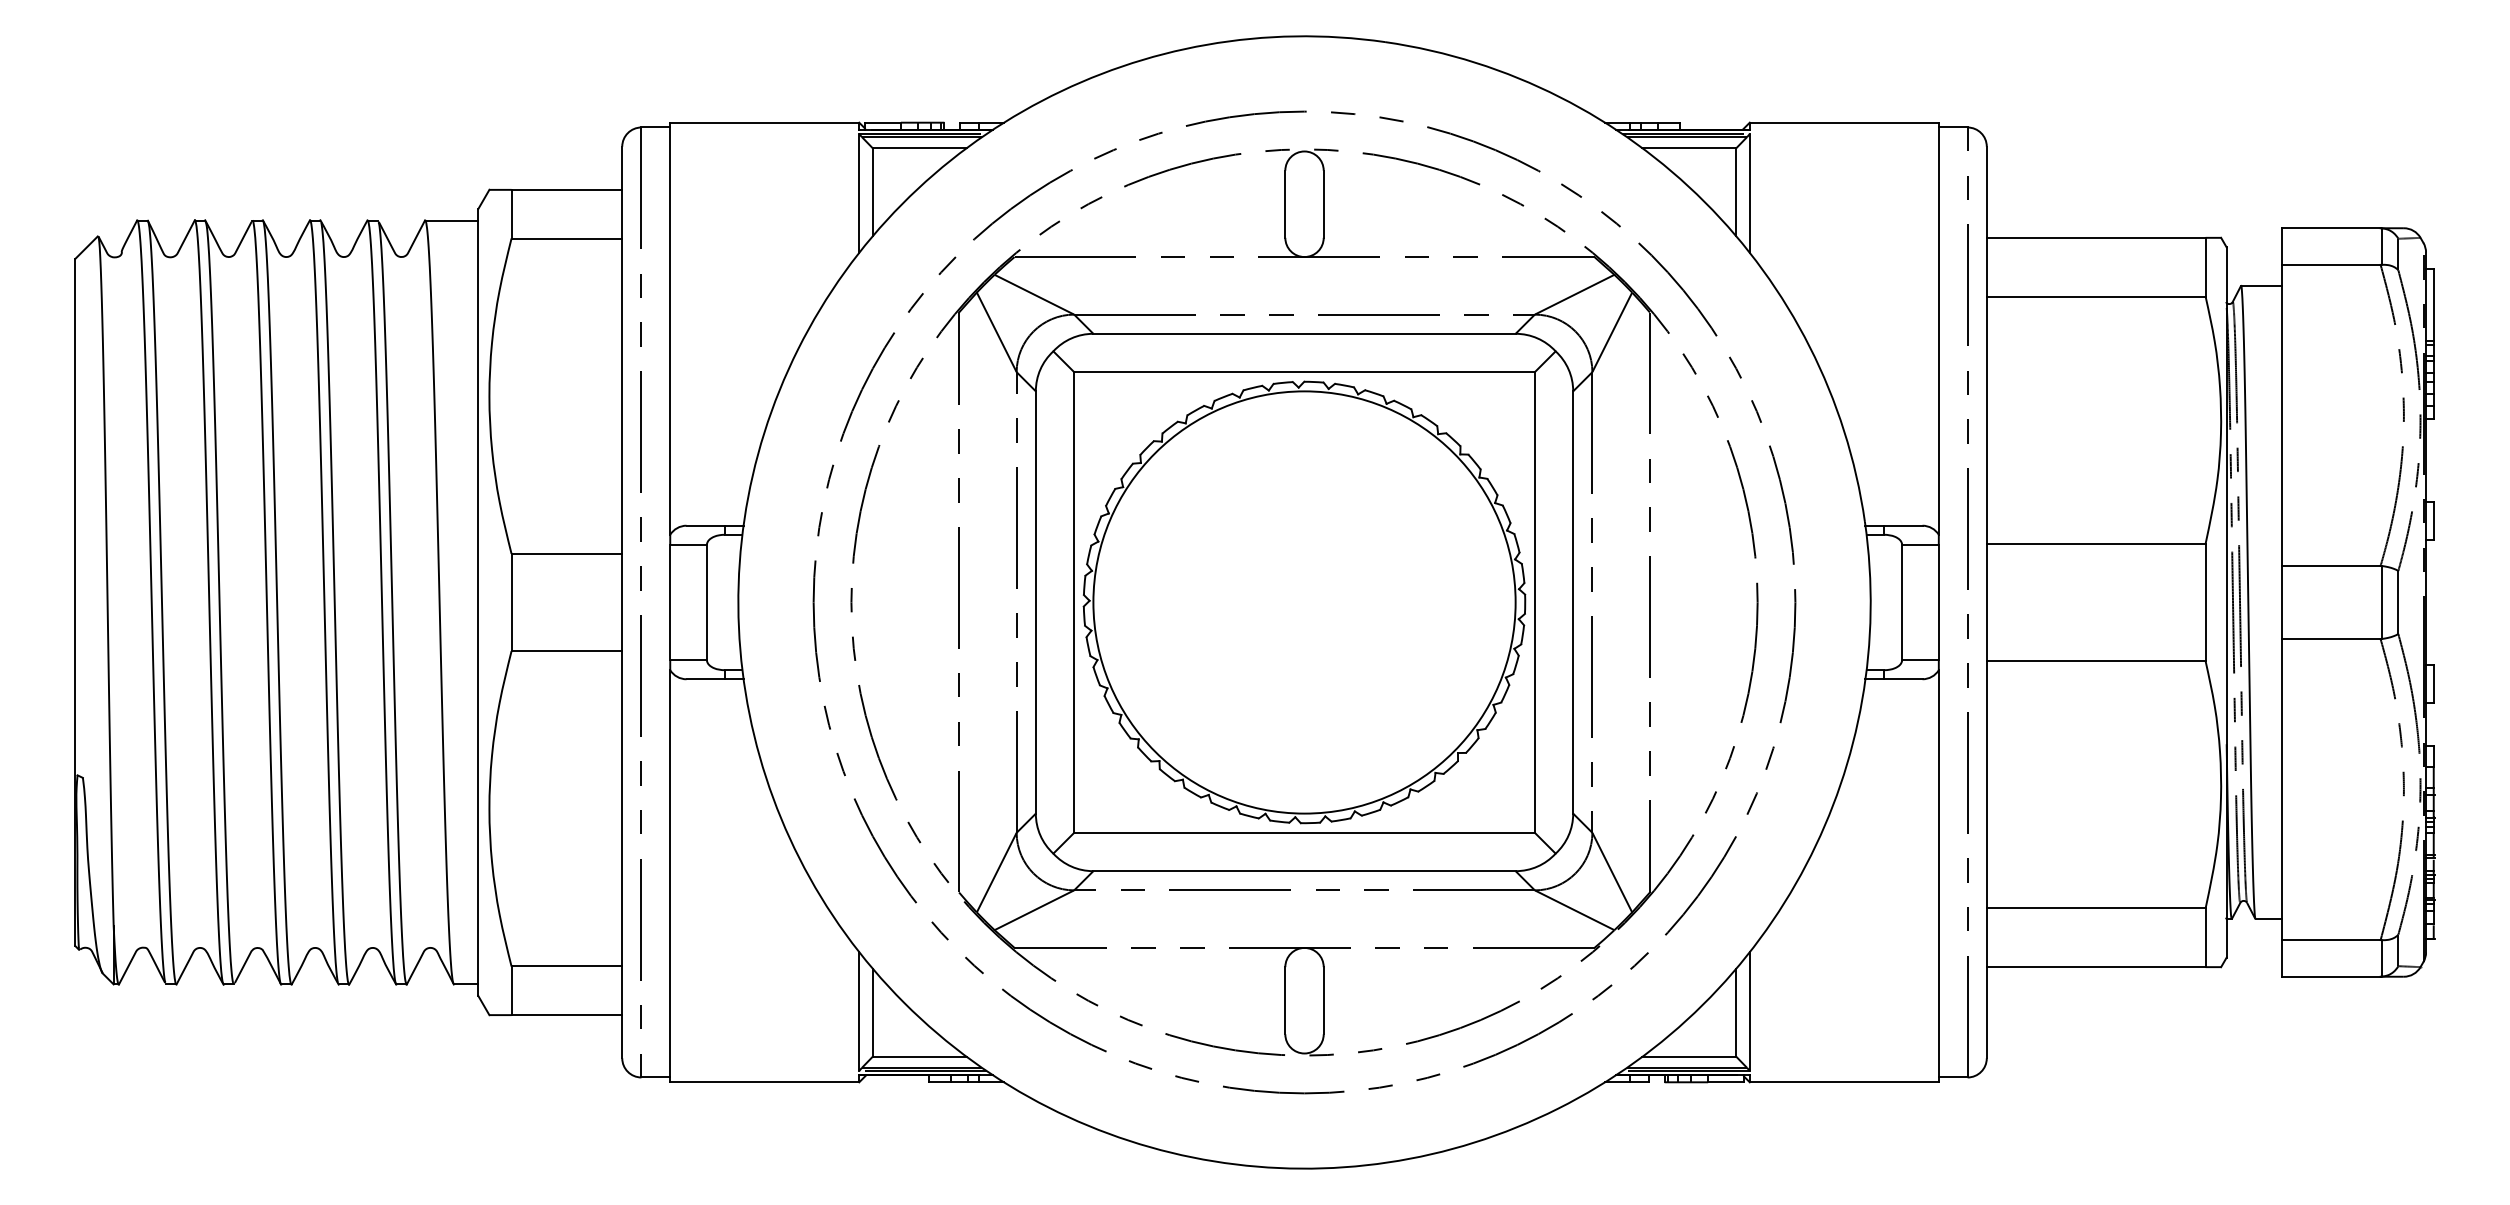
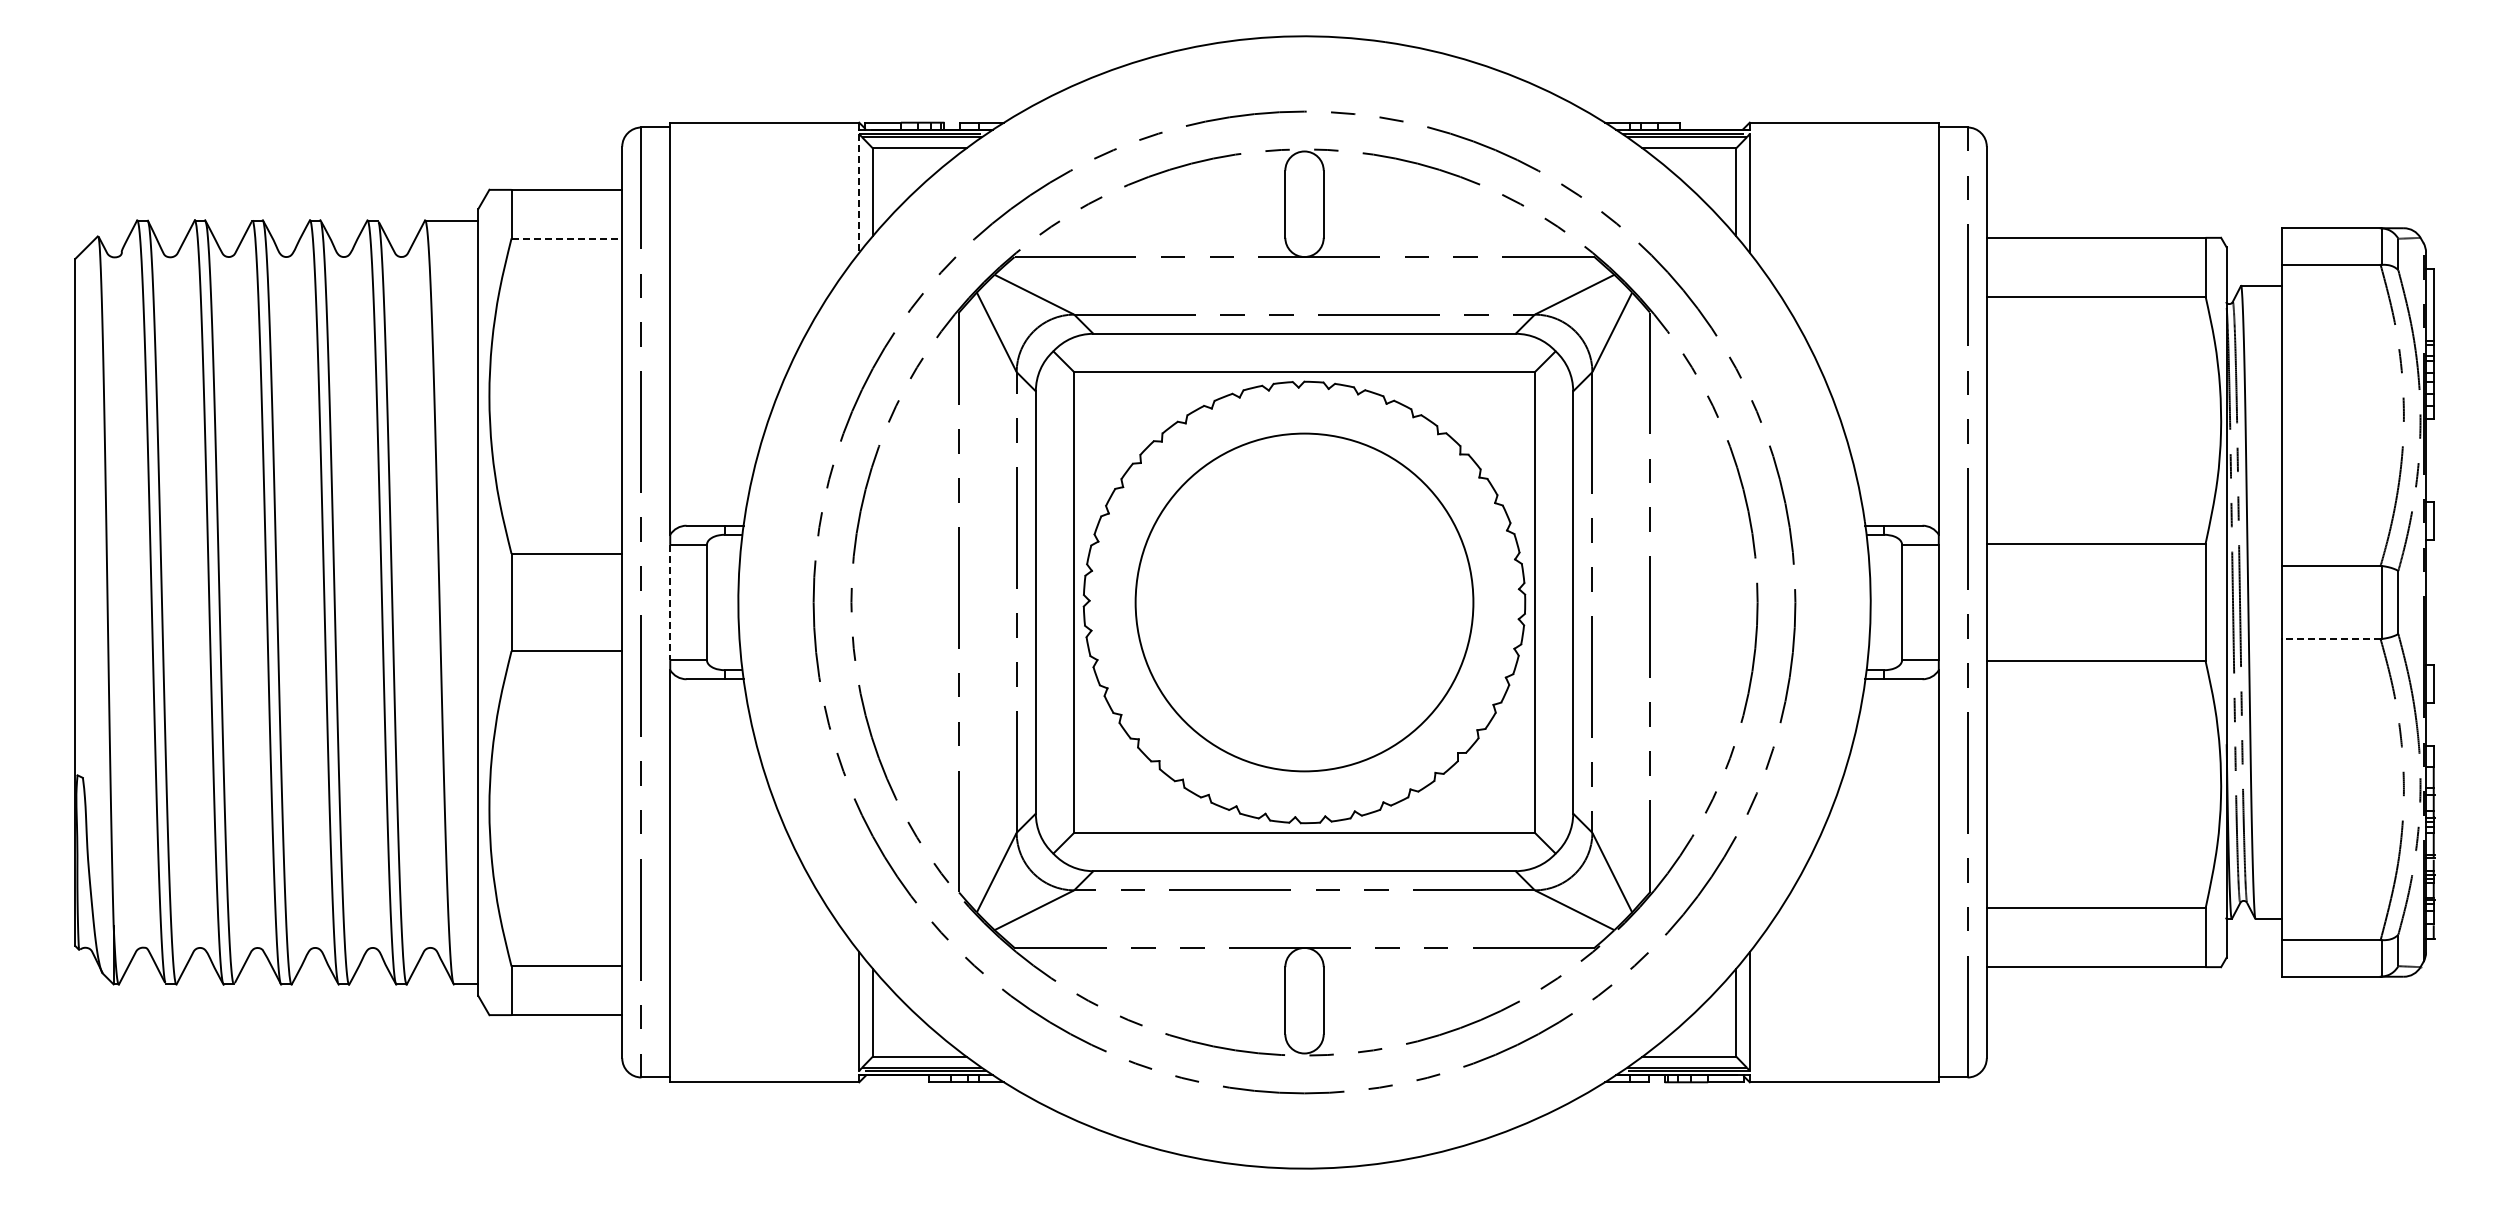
line at (859, 193): solid -> dashed
line at (567, 238): solid -> dashed
line at (670, 602): solid -> dashed
circle at (1304, 602) diameter: 422 px -> 338 px
line at (2330, 639): solid -> dashed
